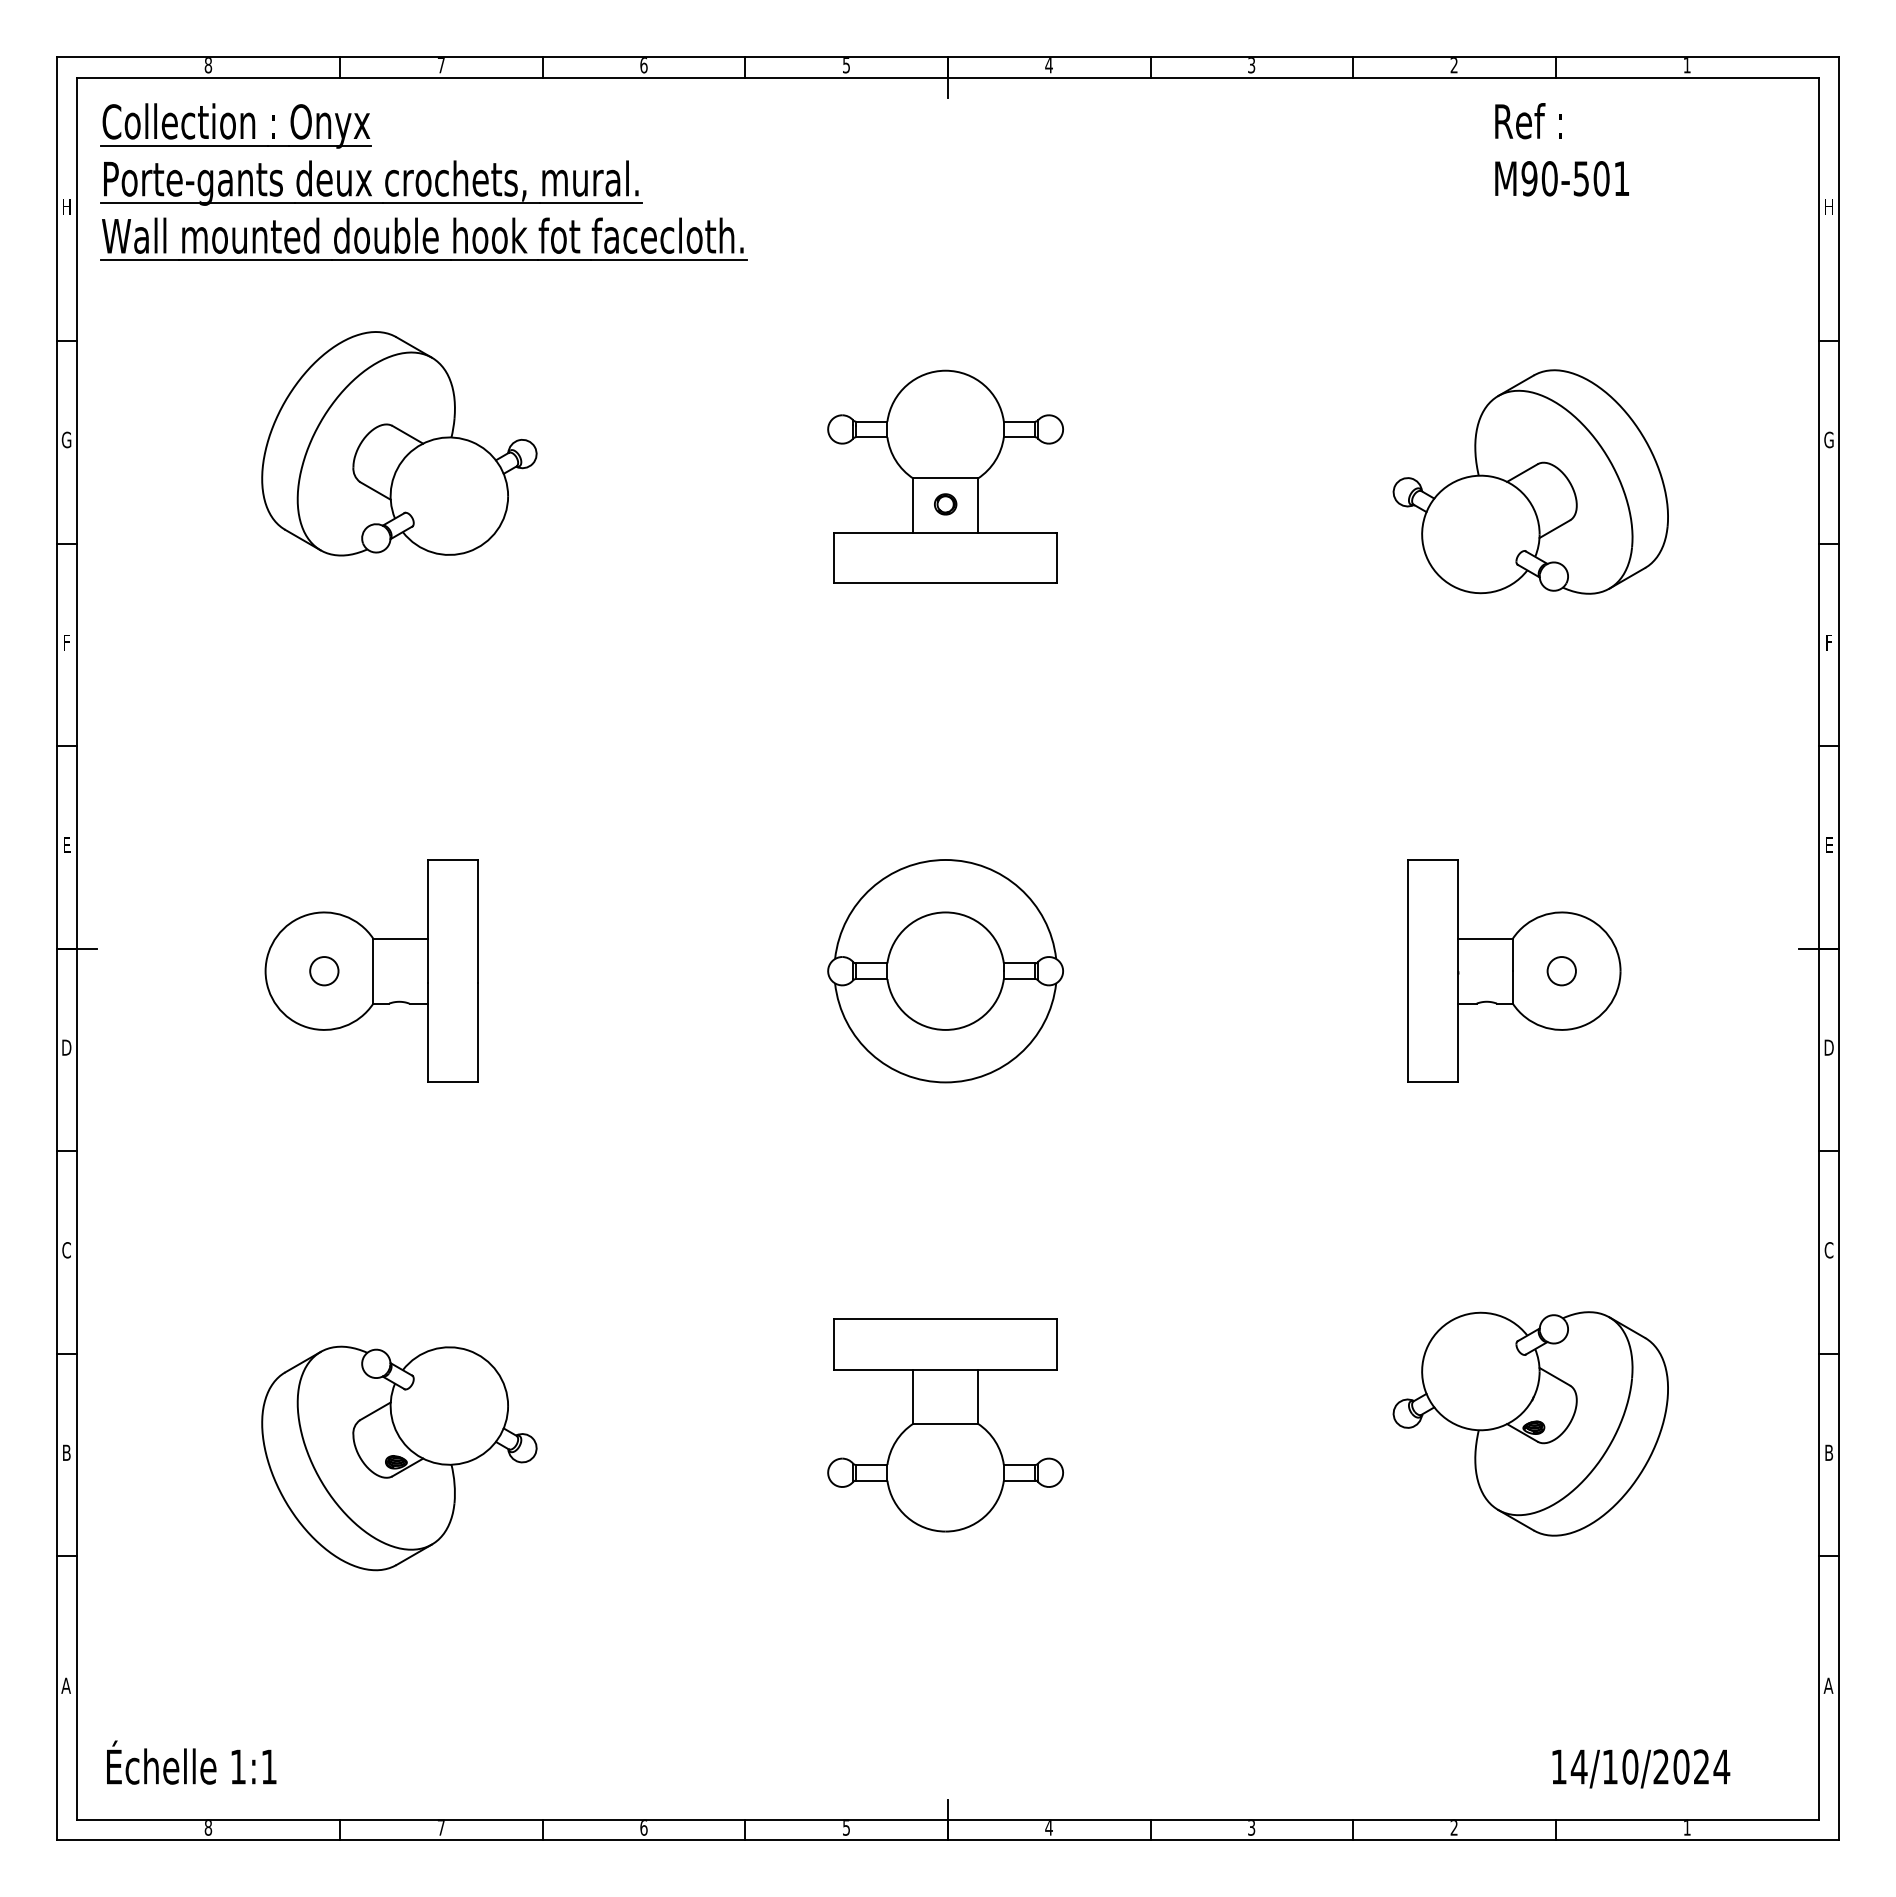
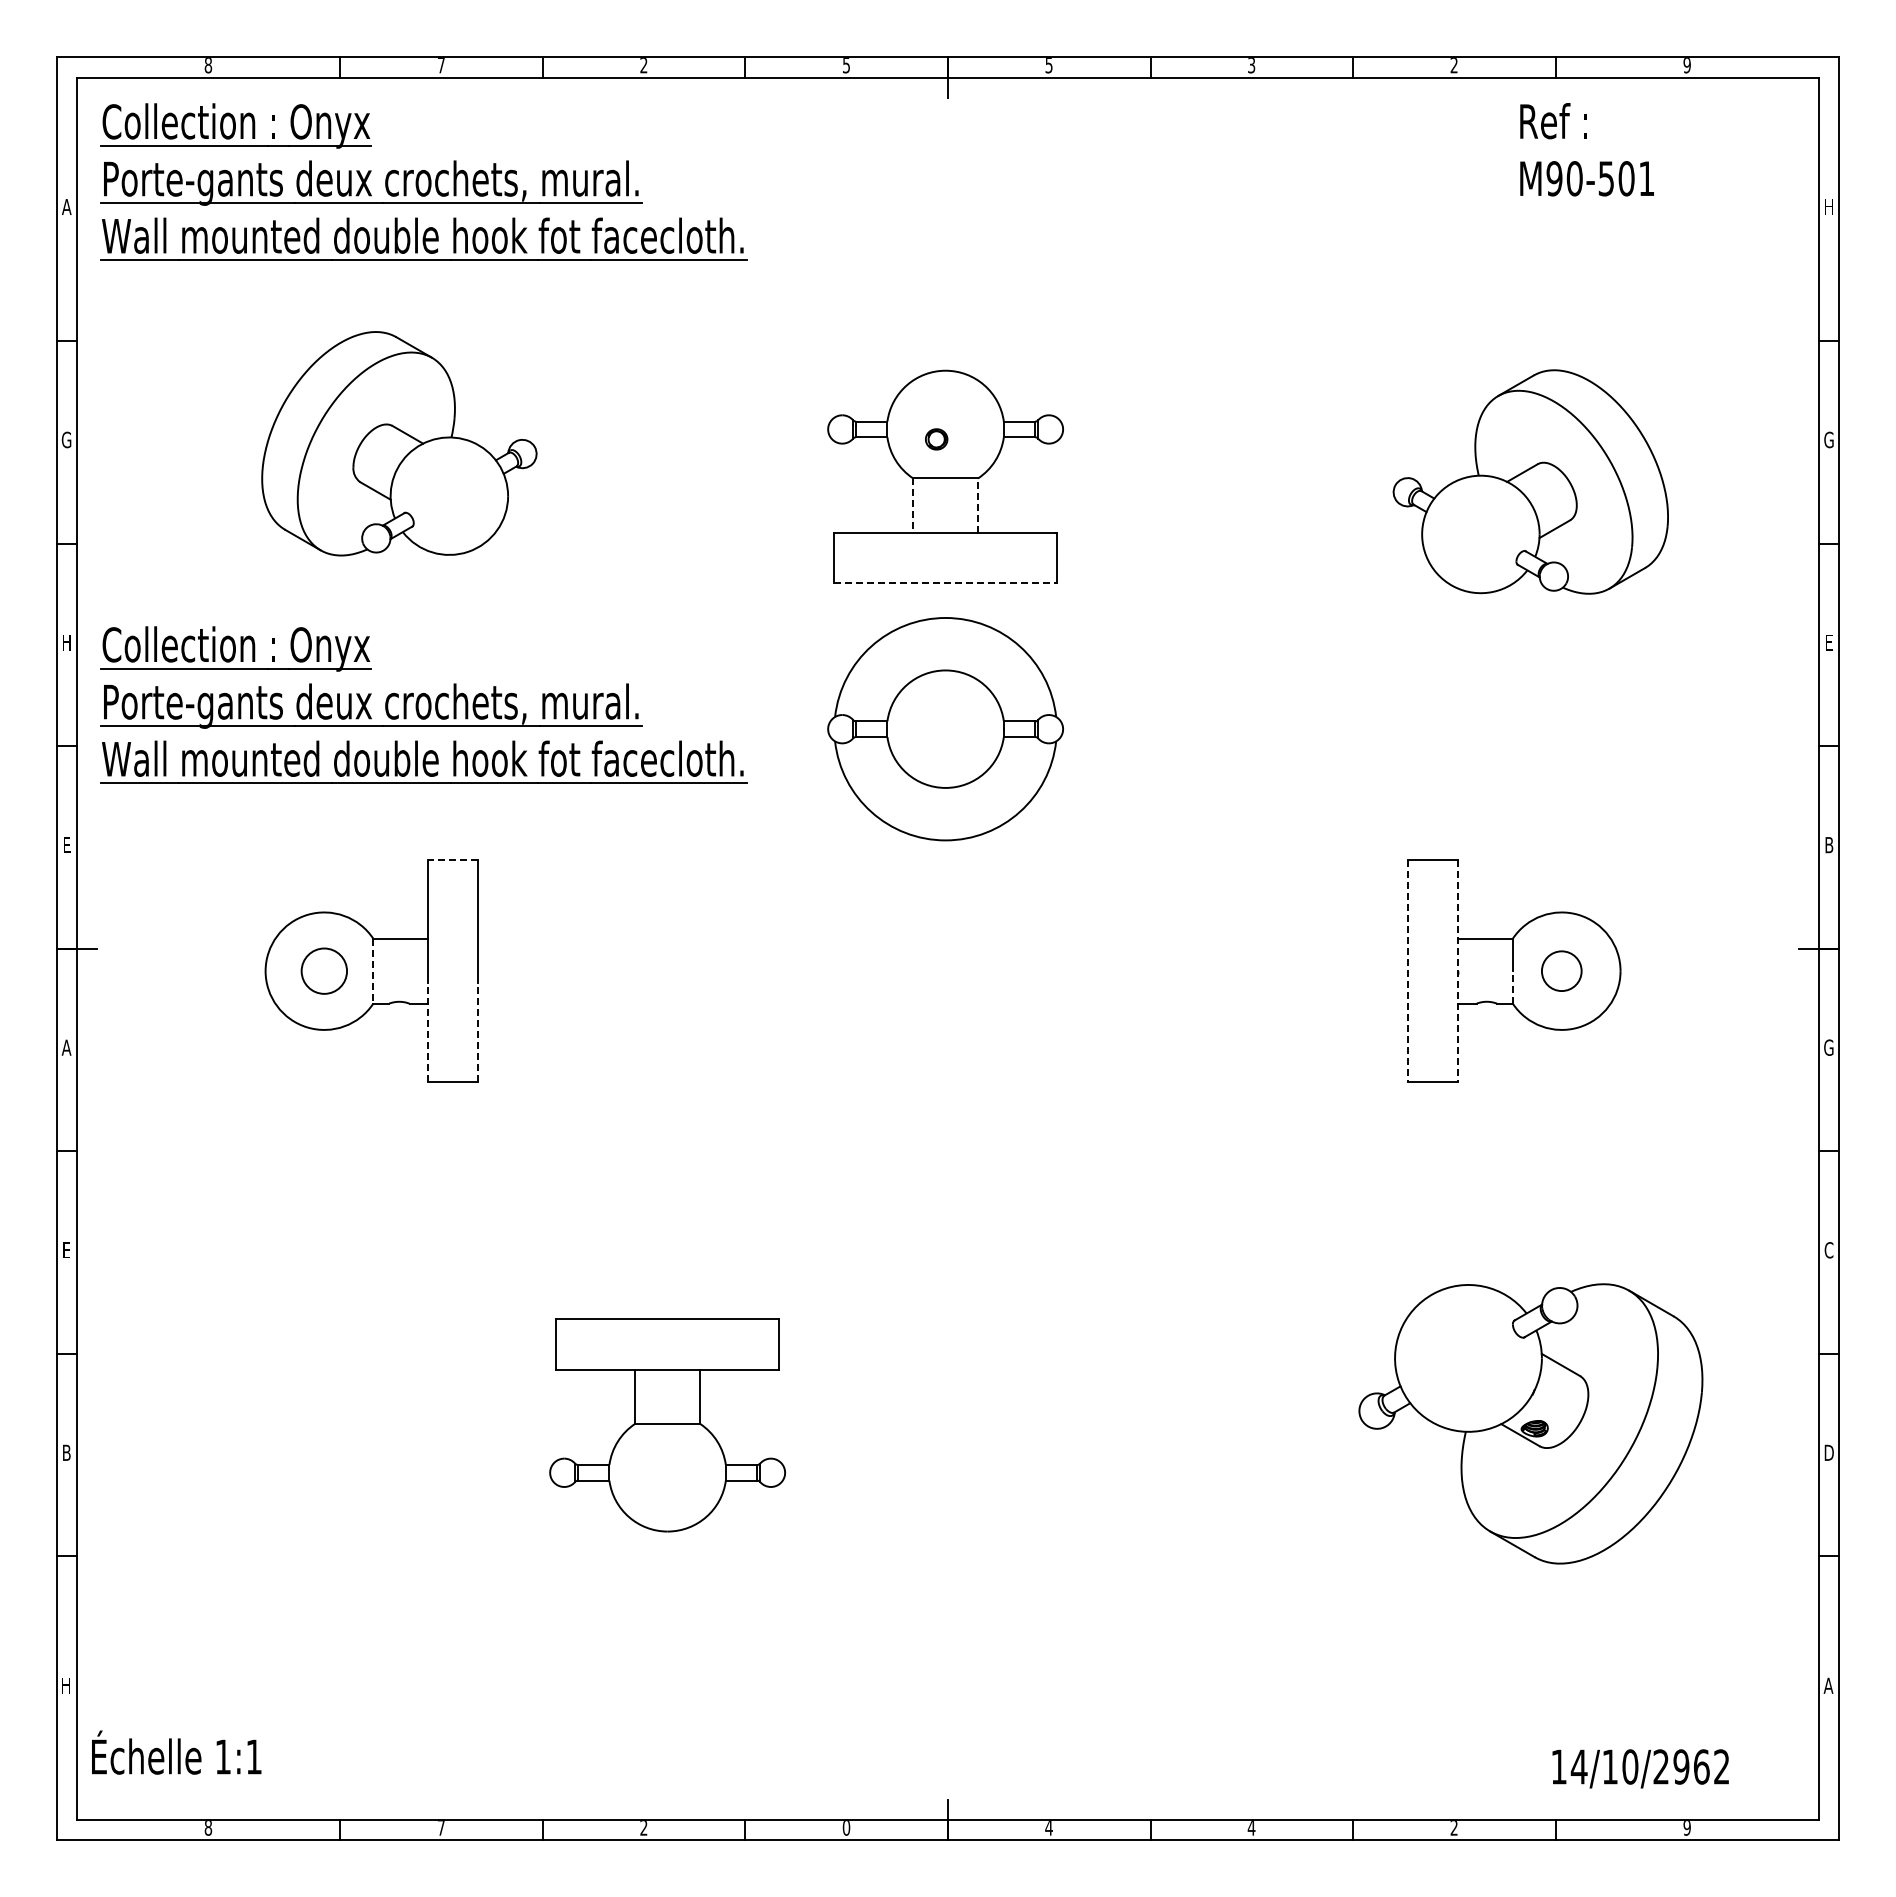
text at (643, 65): 6 -> 2
text at (1048, 65): 4 -> 5
text at (1686, 65): 1 -> 9
text at (1561, 149) position: (1561, 149) -> (1586, 149)
text at (66, 206): H -> A
part at (945, 504) position: (945, 504) -> (936, 439)
line at (978, 505): solid -> dashed
line at (913, 506): solid -> dashed
line at (945, 583): solid -> dashed
text at (66, 642): F -> H
text at (1829, 642): F -> E
part at (423, 704): none -> present
text at (1829, 845): E -> B
line at (452, 859): solid -> dashed
circle at (324, 971) diameter: 28 px -> 45 px
line at (373, 971): solid -> dashed
part at (945, 971) position: (945, 971) -> (945, 729)
line at (1408, 971): solid -> dashed
line at (1458, 971): solid -> dashed
circle at (1561, 971) diameter: 28 px -> 40 px
line at (1512, 986): solid -> dashed
line at (427, 1032): solid -> dashed
line at (477, 1032): solid -> dashed
text at (66, 1047): D -> A
text at (1828, 1047): D -> G
text at (66, 1250): C -> E
part at (1530, 1423) size: 277x226 px -> 346x282 px
part at (945, 1425) position: (945, 1425) -> (667, 1425)
text at (1828, 1452): B -> D
part at (399, 1458): present -> none
text at (65, 1685): A -> H
text at (191, 1762) position: (191, 1762) -> (176, 1752)
text at (1701, 1766): 14/10/2024 -> 14/10/2962
text at (643, 1828): 6 -> 2
text at (846, 1828): 5 -> 0
text at (1251, 1828): 3 -> 4
text at (1686, 1828): 1 -> 9
